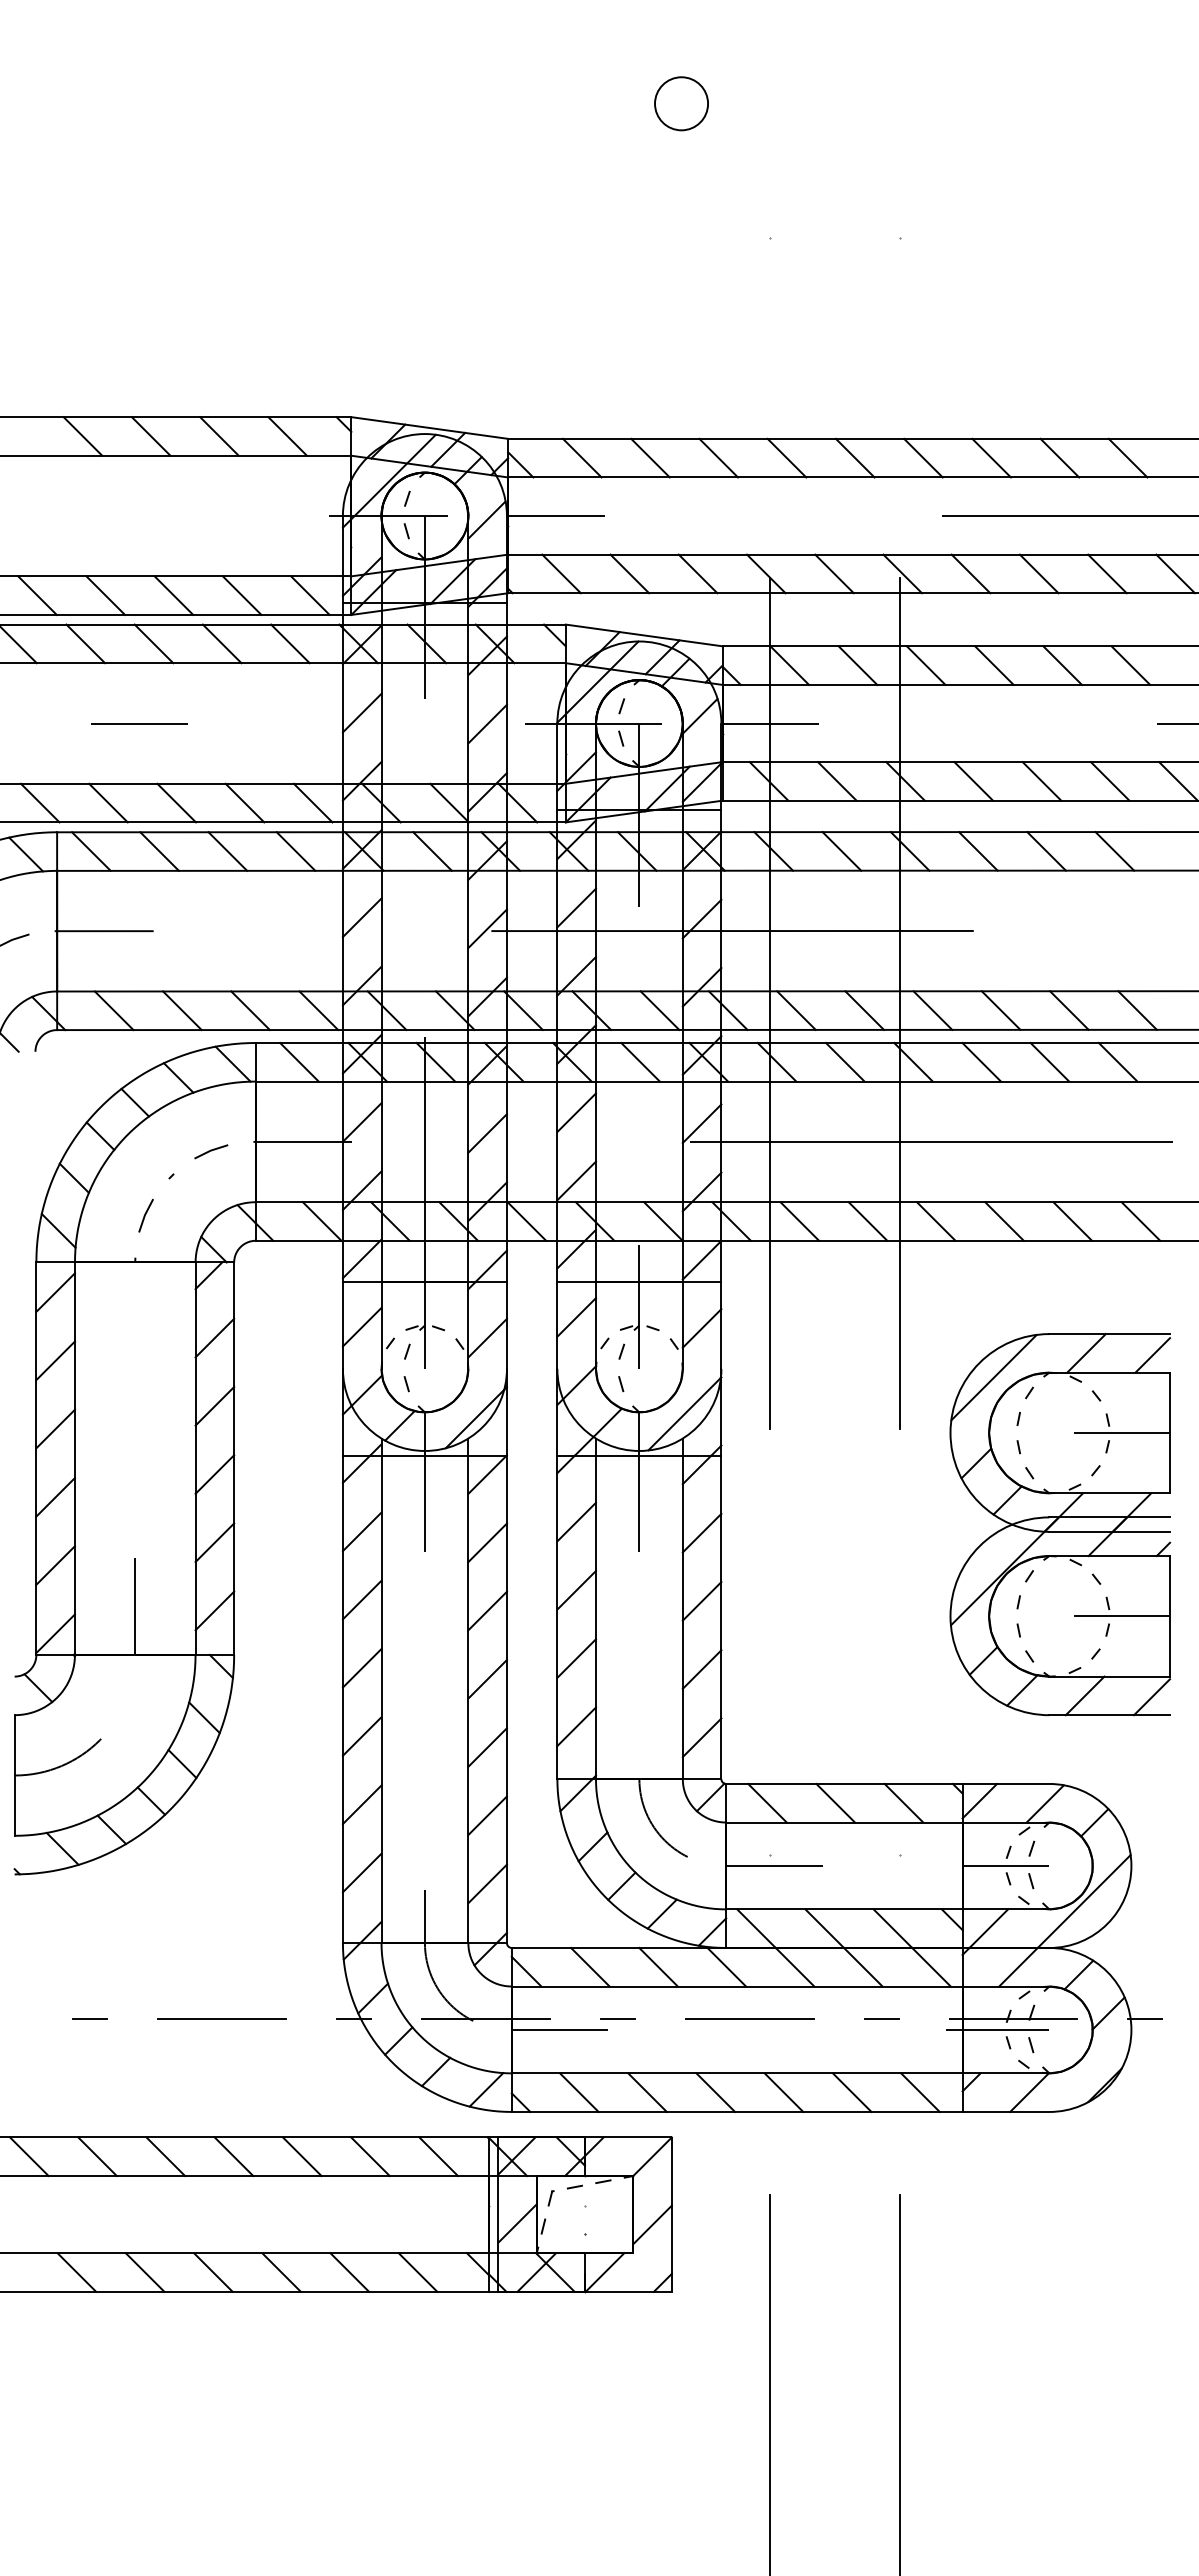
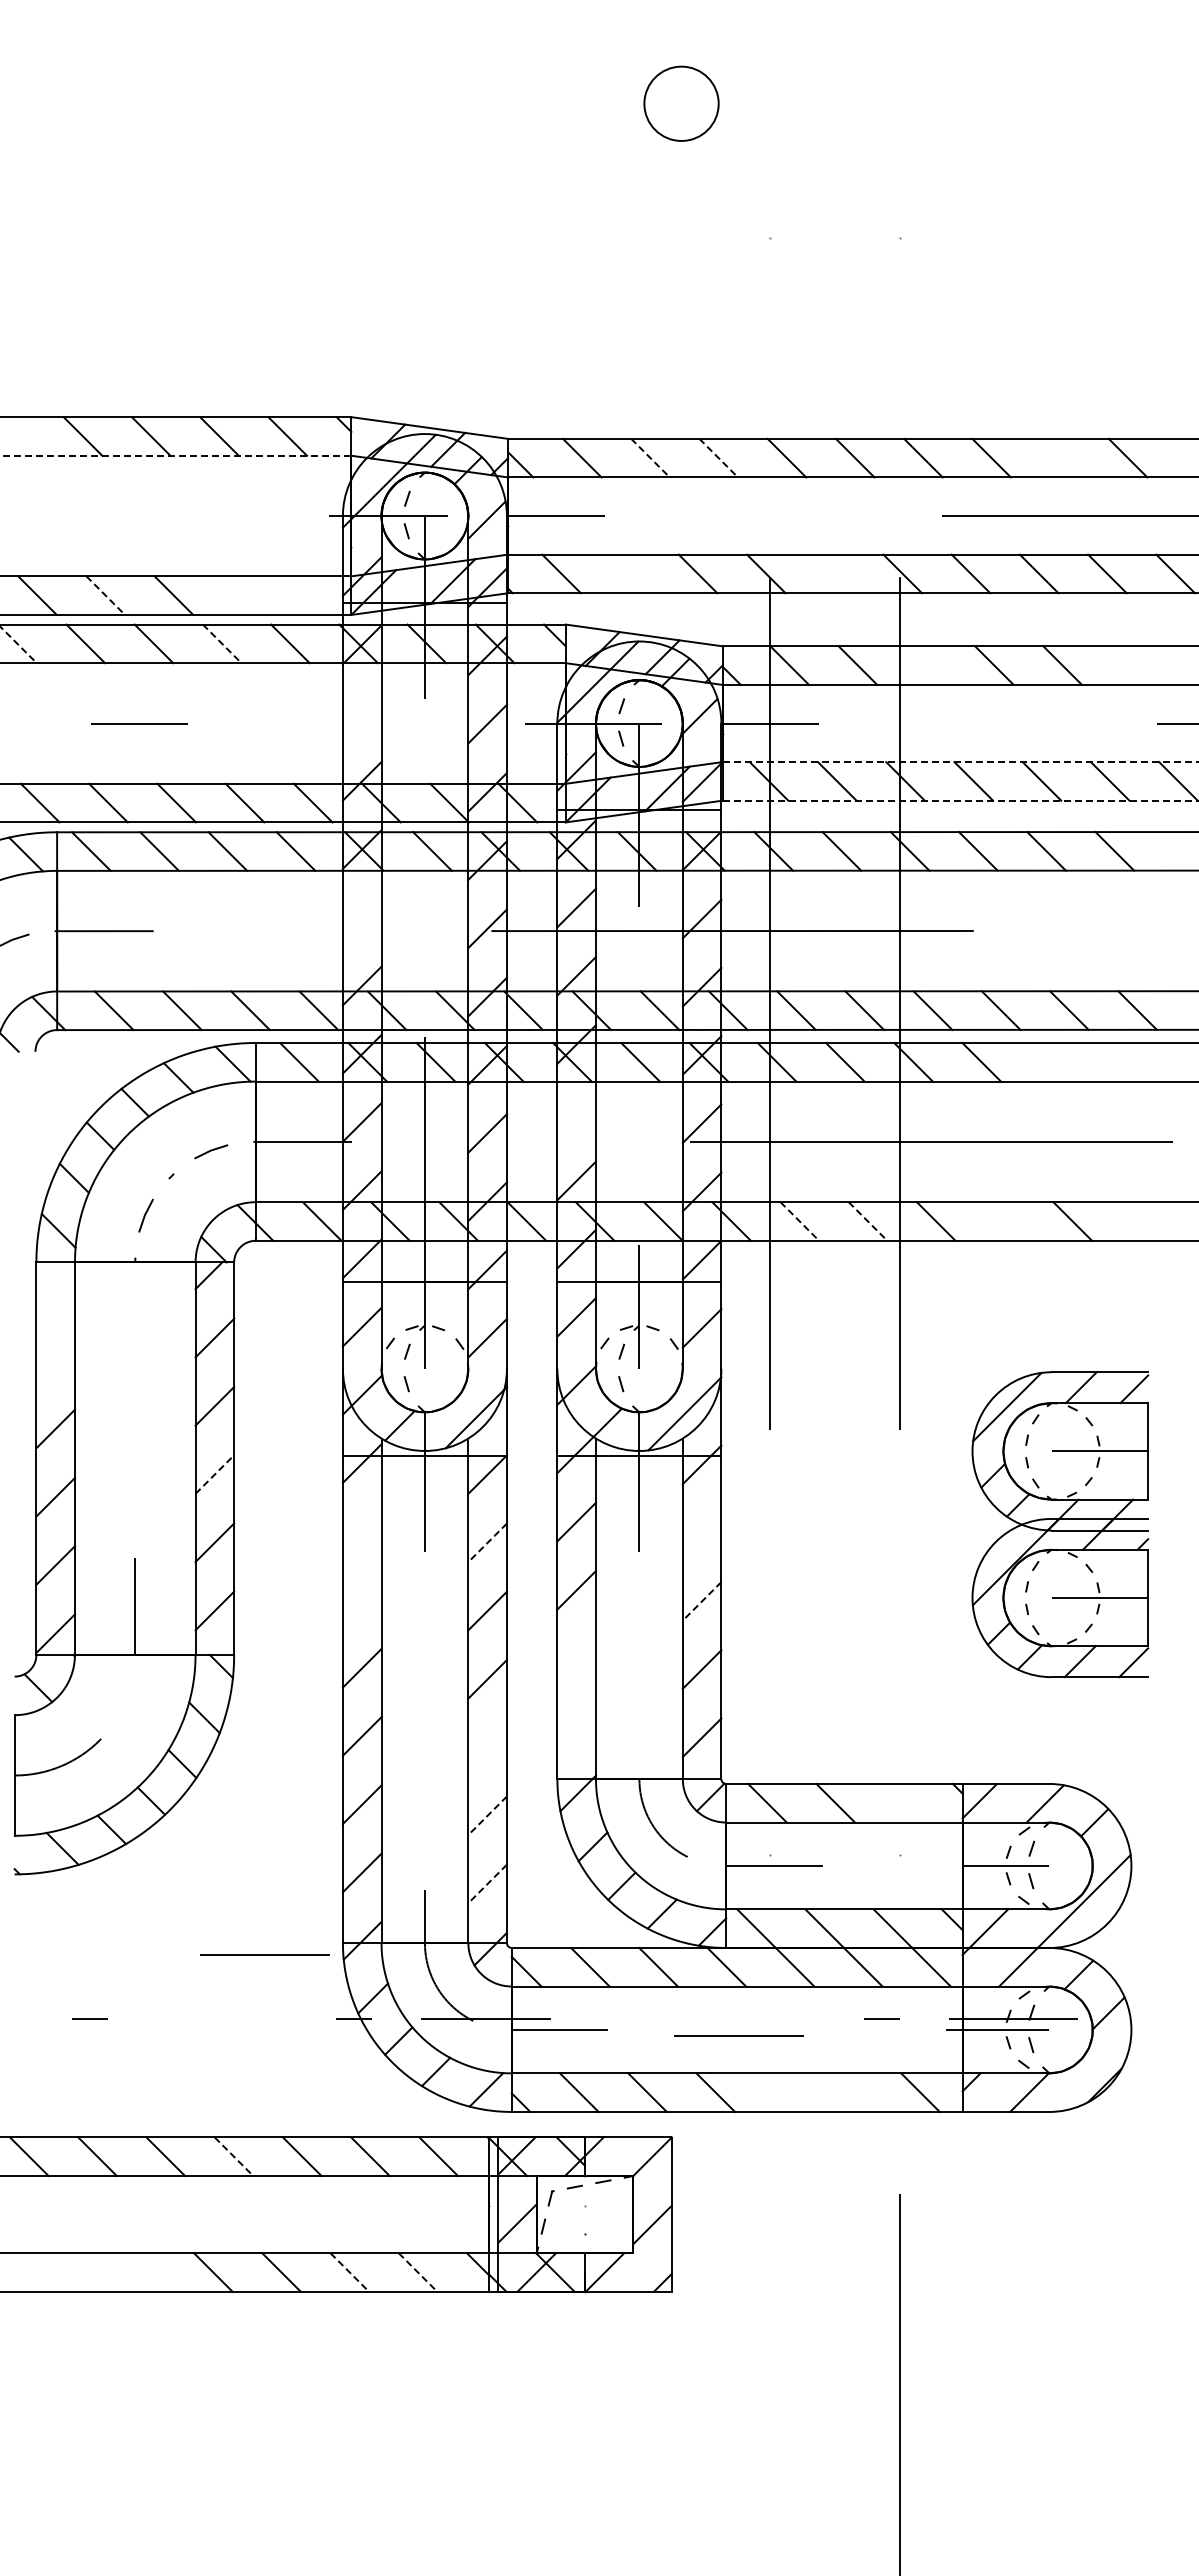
circle at (681, 103) diameter: 53 px -> 74 px
line at (175, 455): solid -> dashed
line at (1059, 457): present -> none
line at (650, 458): solid -> dashed
line at (719, 458): solid -> dashed
line at (629, 573): present -> none
line at (834, 573): present -> none
line at (241, 595): present -> none
line at (310, 595): present -> none
line at (106, 596): solid -> dashed
line at (18, 644): solid -> dashed
line at (222, 644): solid -> dashed
line at (925, 665): present -> none
line at (1130, 665): present -> none
line at (361, 712): present -> none
line at (960, 762): solid -> dashed
line at (960, 800): solid -> dashed
line at (361, 917): present -> none
line at (1049, 1061): present -> none
line at (1117, 1061): present -> none
line at (576, 1112): present -> none
line at (800, 1221): solid -> dashed
line at (868, 1221): solid -> dashed
line at (1004, 1221): present -> none
line at (1140, 1221): present -> none
line at (55, 1292): present -> none
line at (55, 1360): present -> none
line at (215, 1474): solid -> dashed
part at (1060, 1524) size: 223x384 px -> 179x308 px
line at (361, 1531): present -> none
line at (701, 1532): present -> none
line at (487, 1543): solid -> dashed
line at (361, 1599): present -> none
line at (701, 1601): solid -> dashed
line at (576, 1658): present -> none
line at (576, 1726): present -> none
line at (487, 1747): present -> none
line at (903, 1802): present -> none
line at (487, 1816): solid -> dashed
line at (487, 1884): solid -> dashed
line at (221, 2018) position: (221, 2018) -> (264, 1954)
line at (617, 2018): present -> none
line at (749, 2018) position: (749, 2018) -> (738, 2035)
line at (1145, 2018): present -> none
line at (783, 2092): present -> none
line at (851, 2092): present -> none
line at (234, 2157): solid -> dashed
line at (76, 2272): present -> none
line at (144, 2272): present -> none
line at (350, 2272): solid -> dashed
line at (418, 2272): solid -> dashed
line at (769, 2383): present -> none
